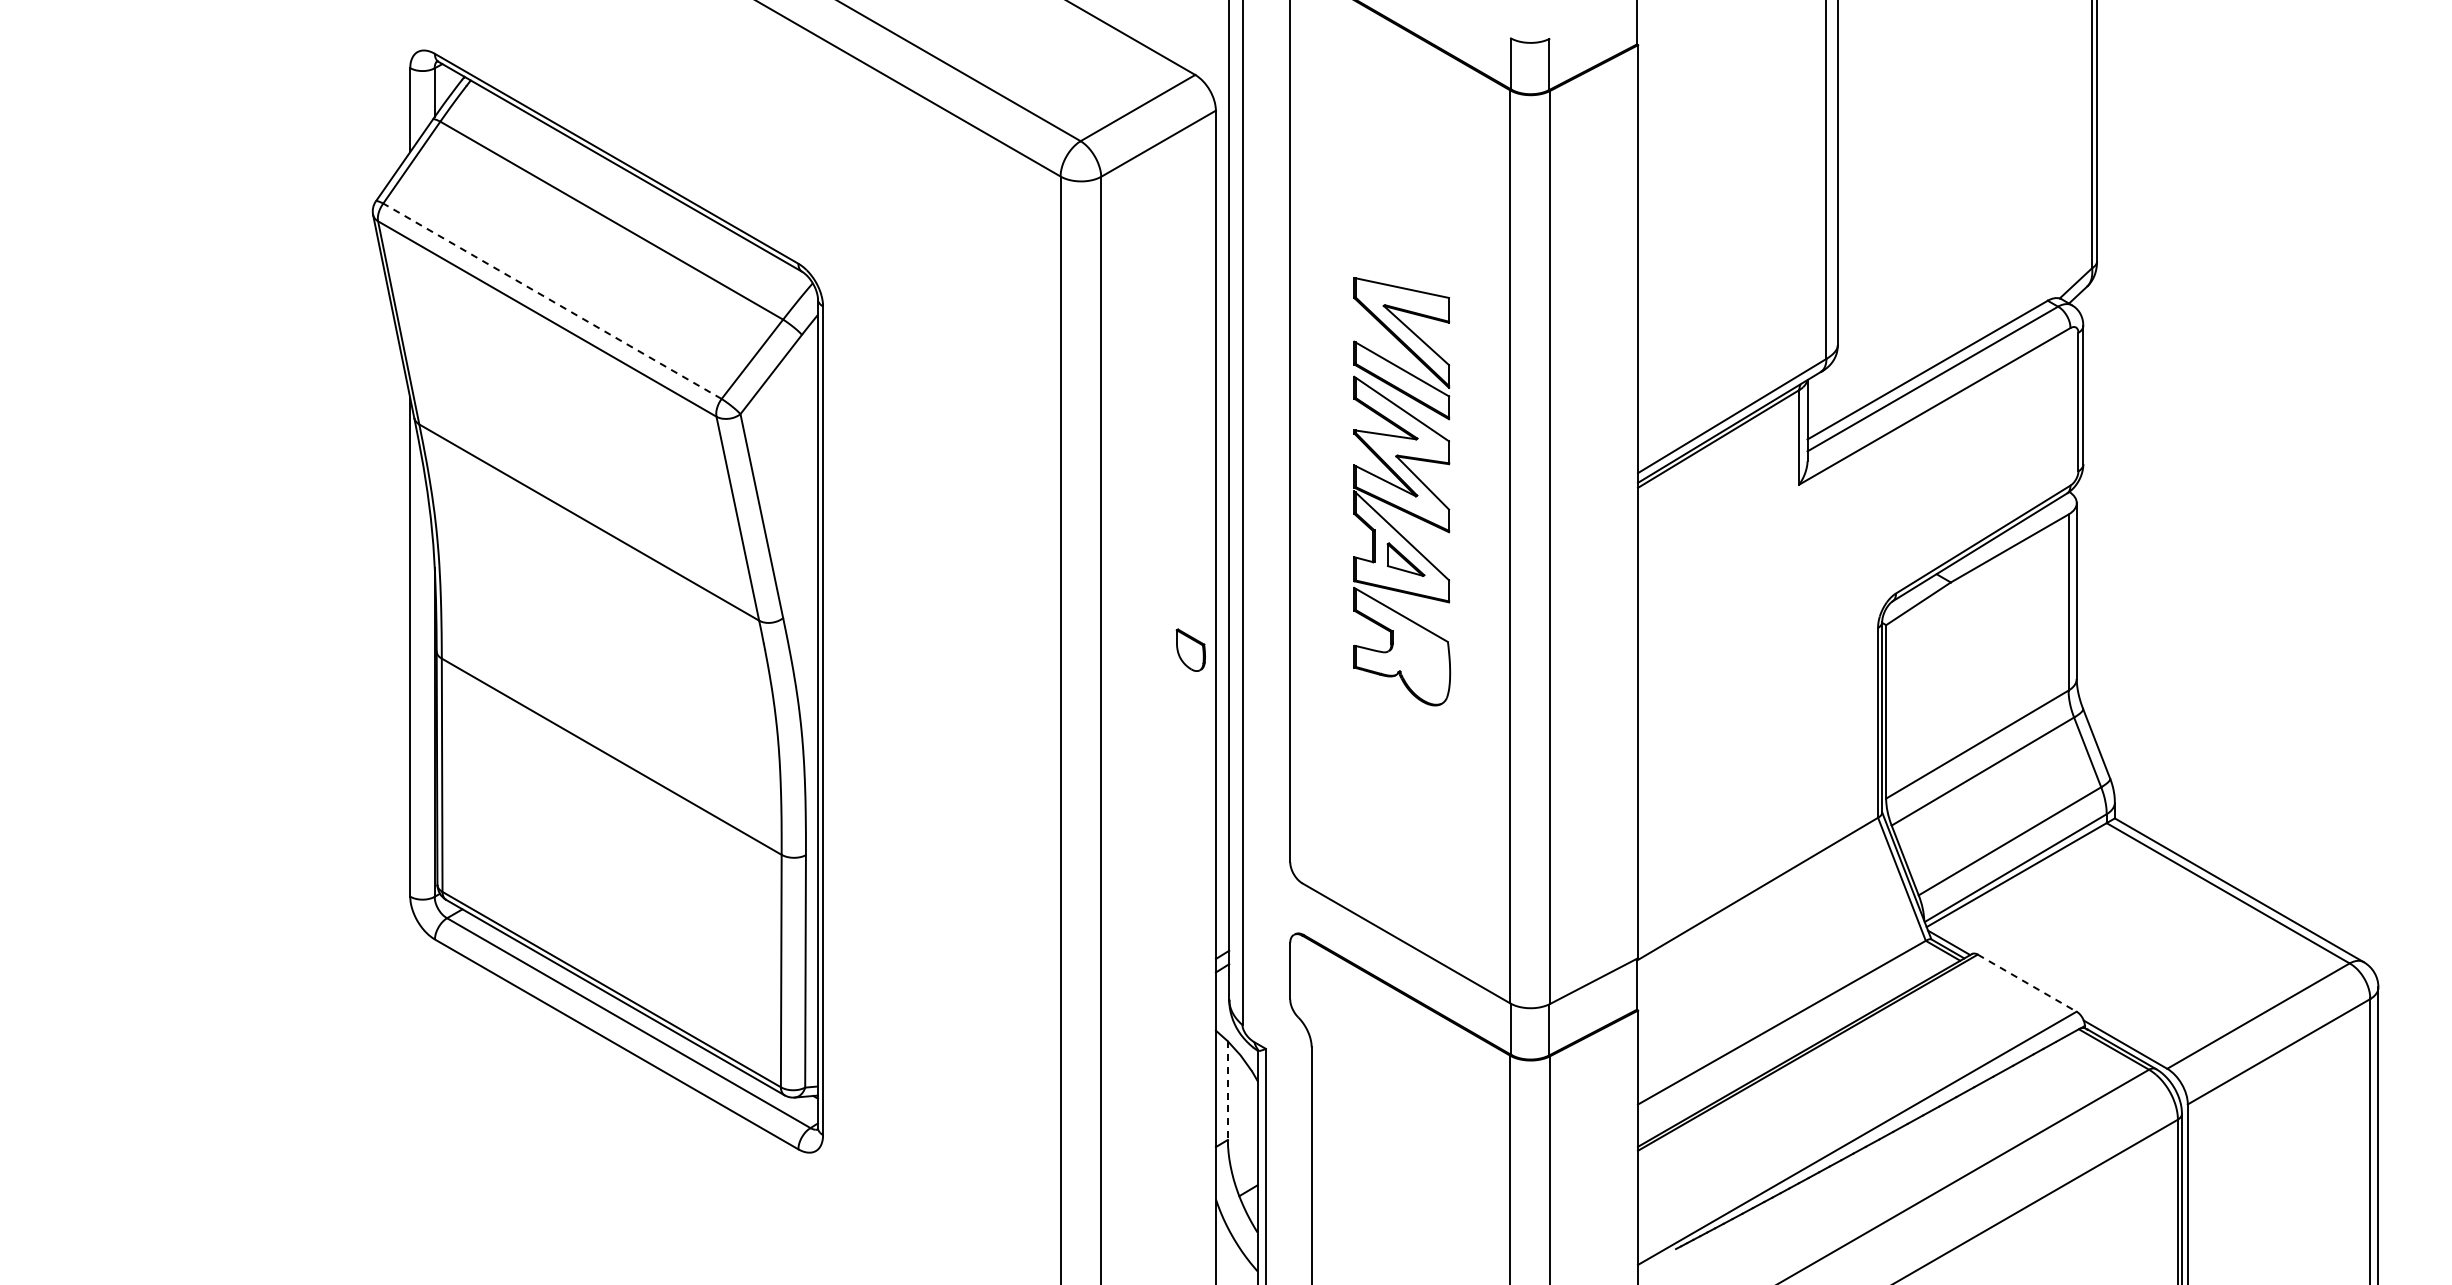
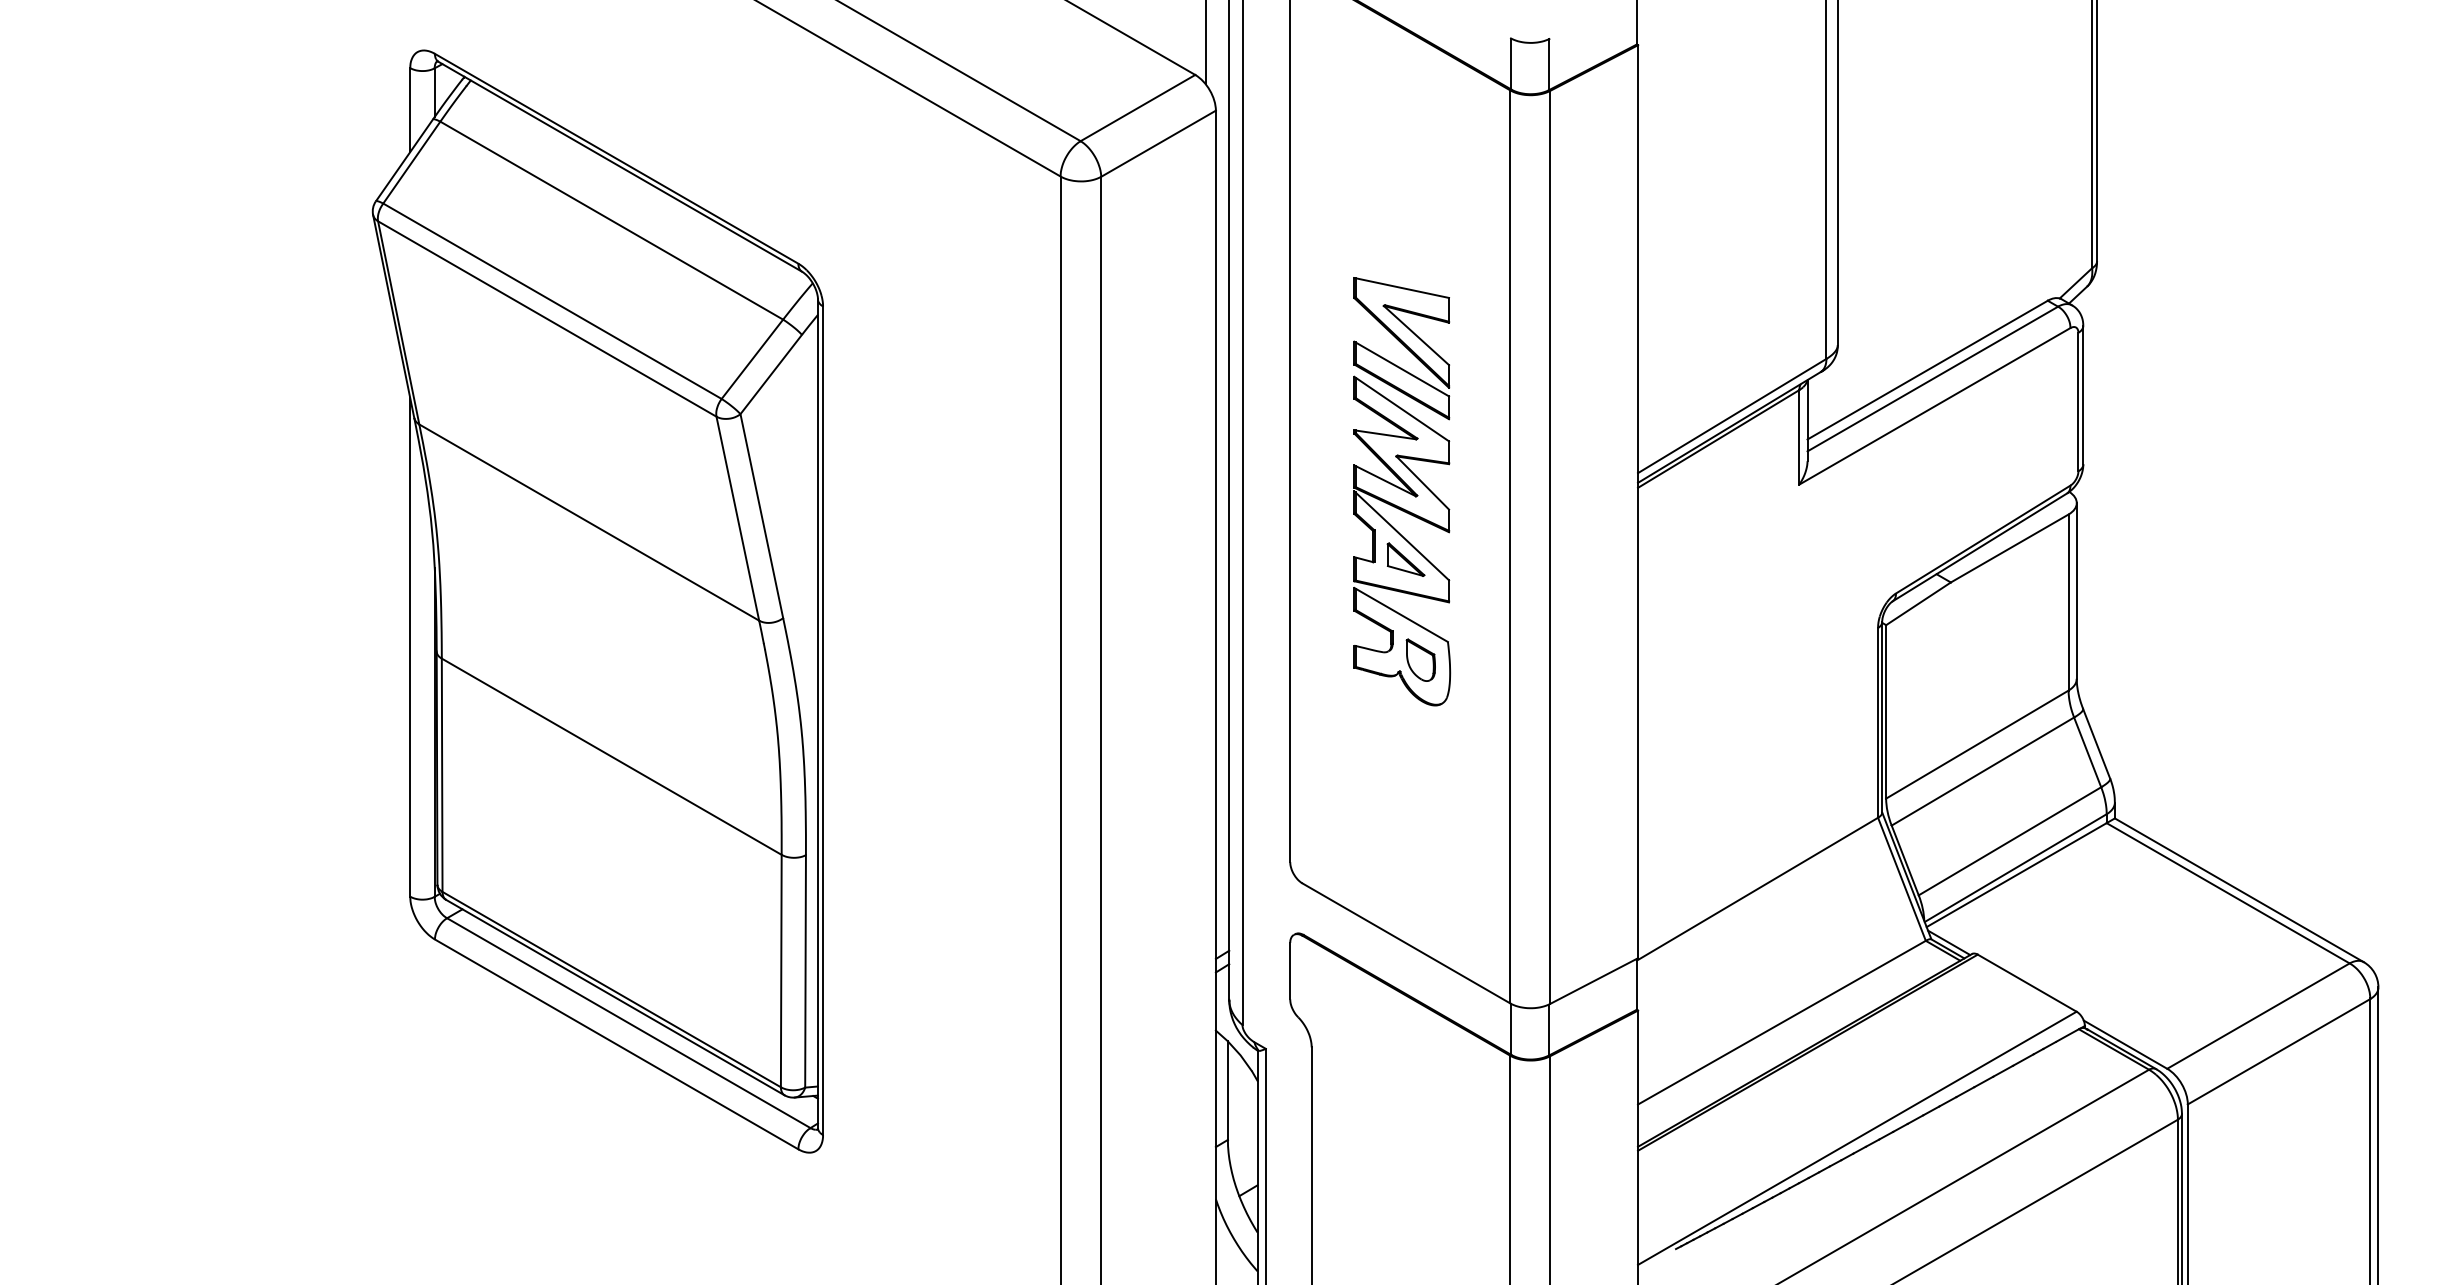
line at (1205, 43): none -> present
line at (552, 301): dashed -> solid
part at (1190, 649) position: (1190, 649) -> (1420, 659)
line at (2027, 983): dashed -> solid
line at (1227, 1091): dashed -> solid
